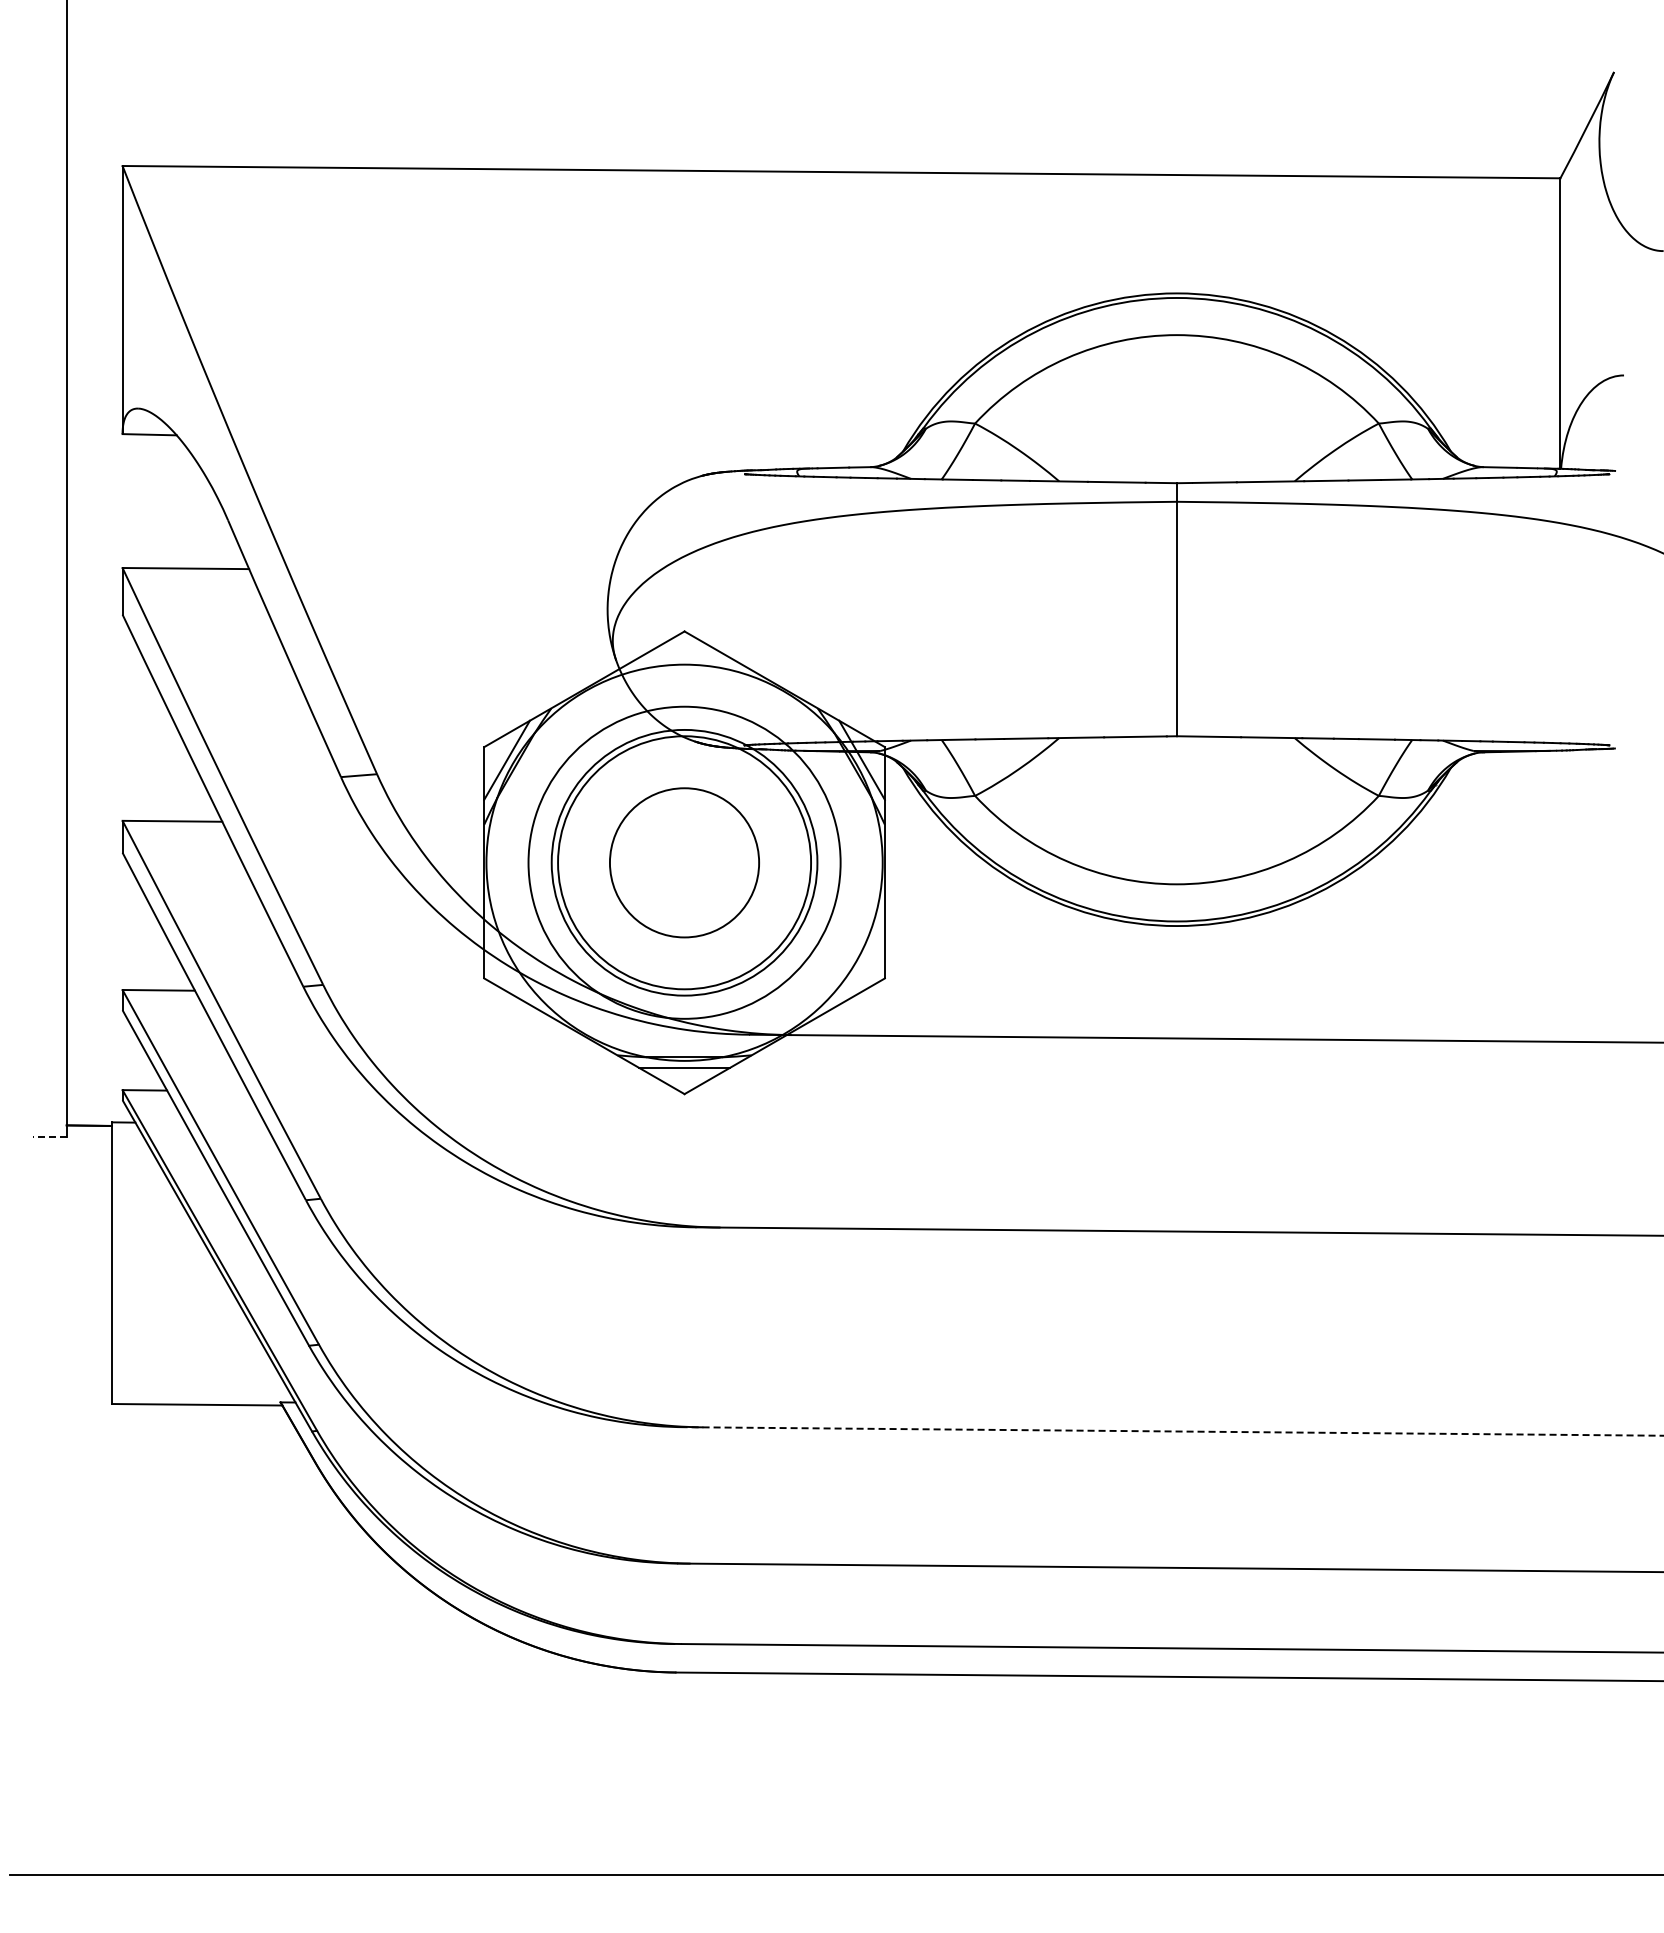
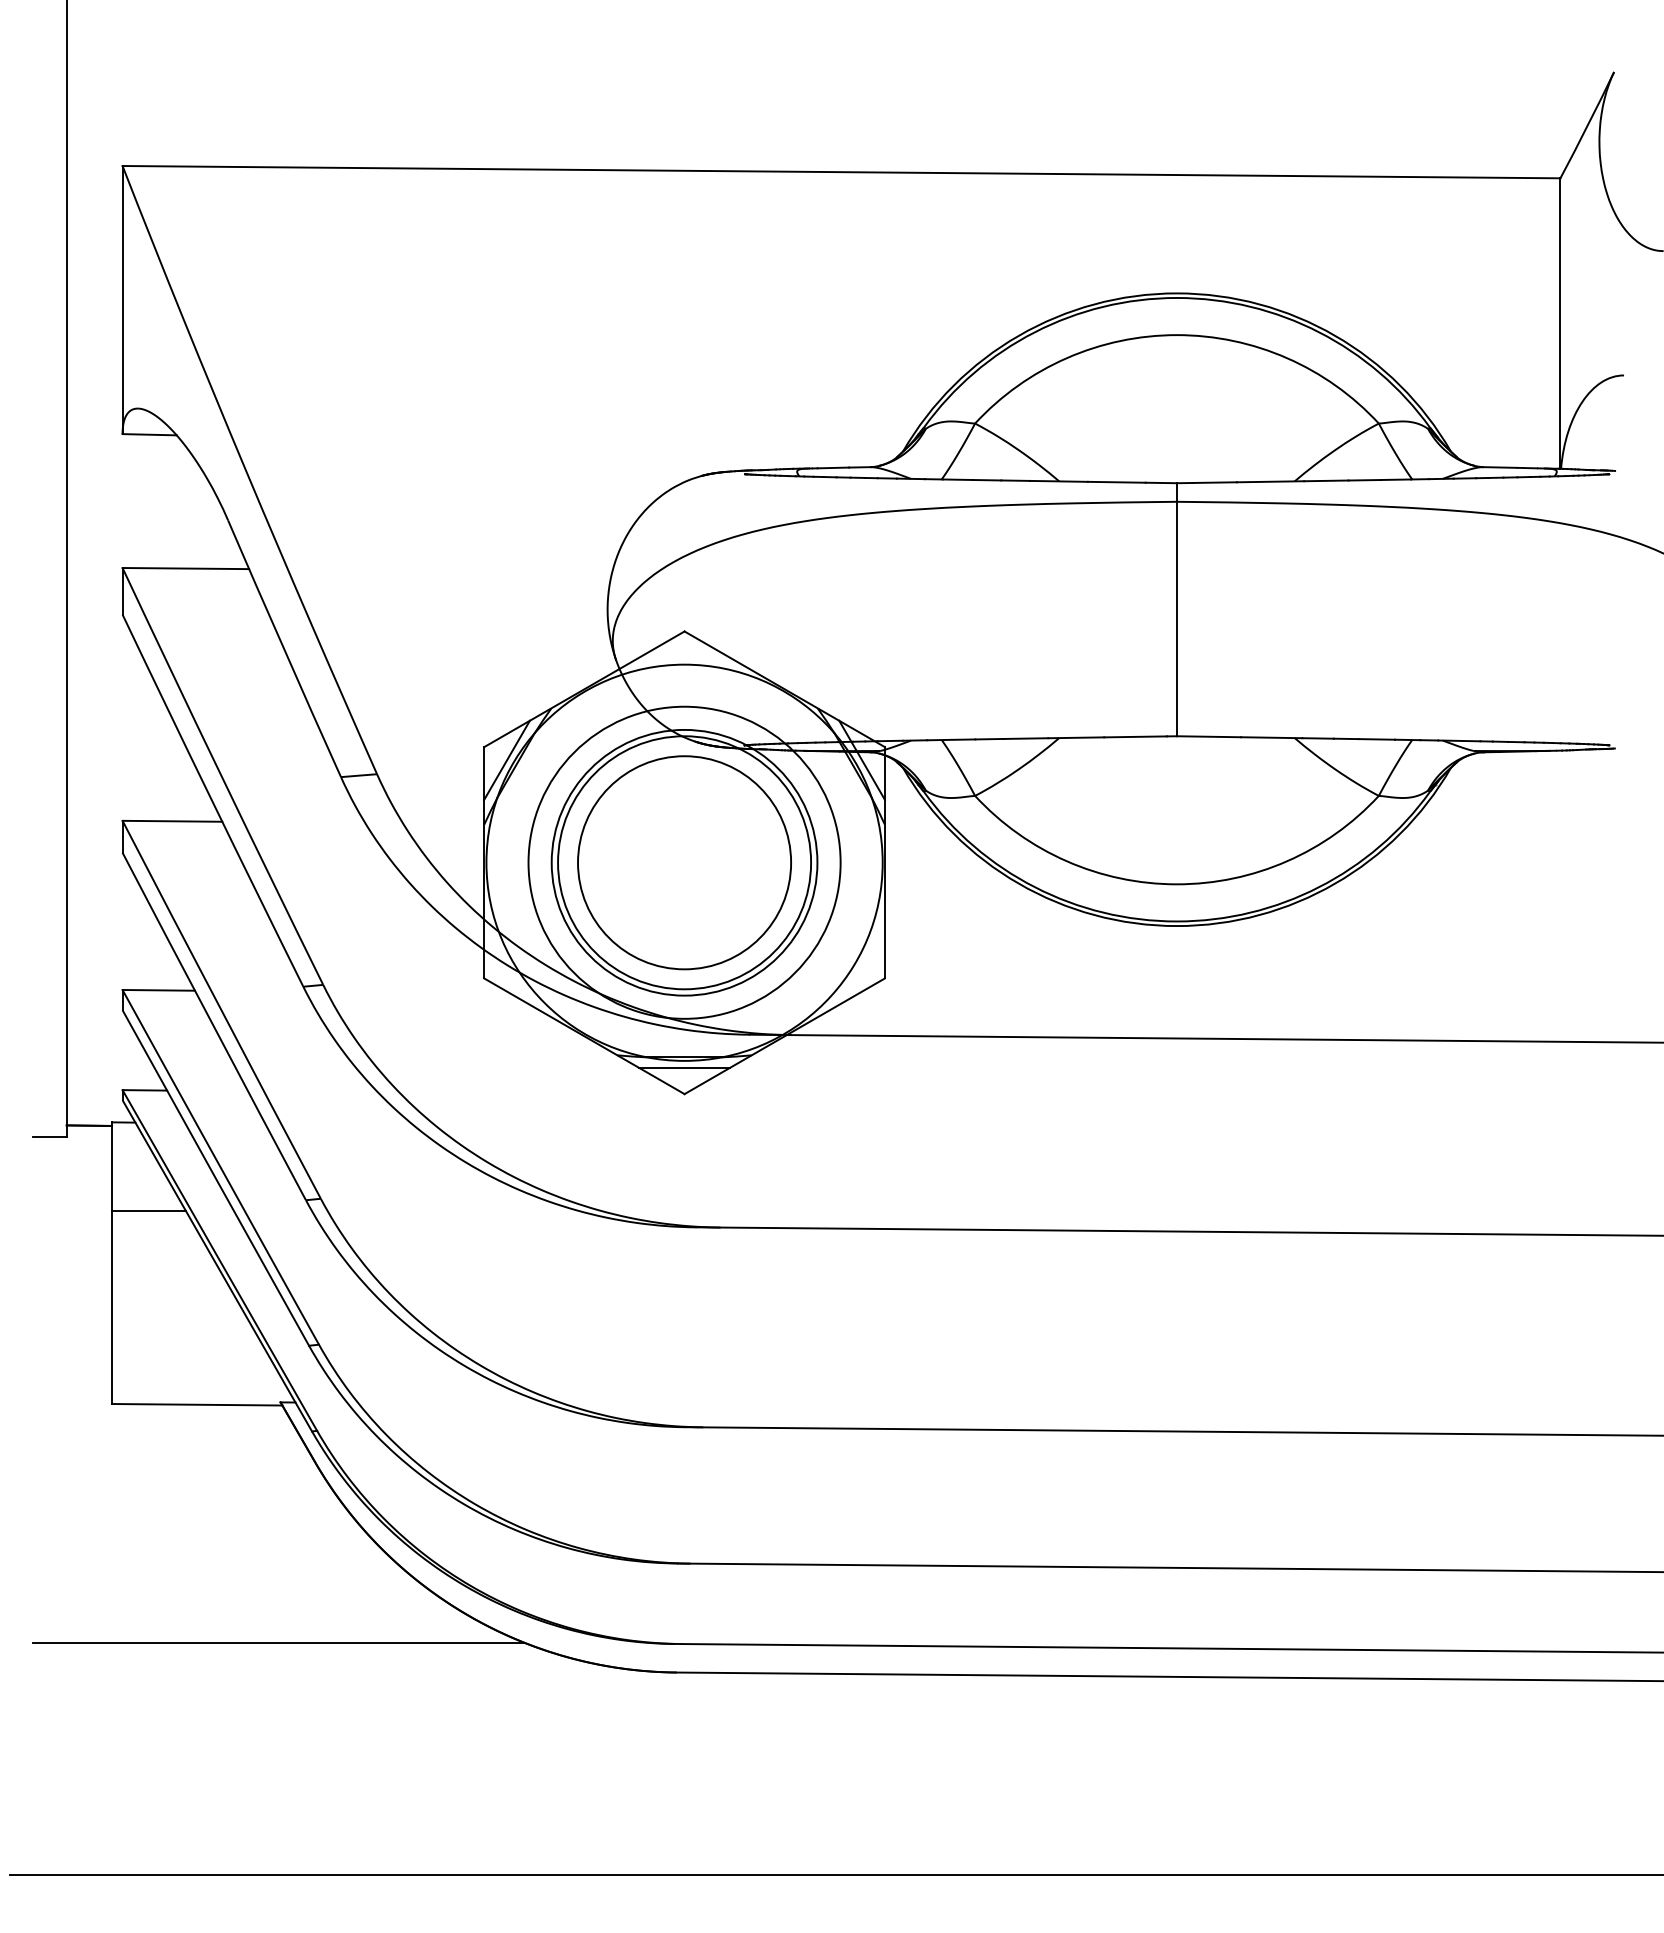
circle at (684, 862) size: 151x152 px -> 215x216 px
line at (49, 1136): dashed -> solid
line at (148, 1210): none -> present
line at (1173, 1431): dashed -> solid
line at (278, 1643): none -> present
